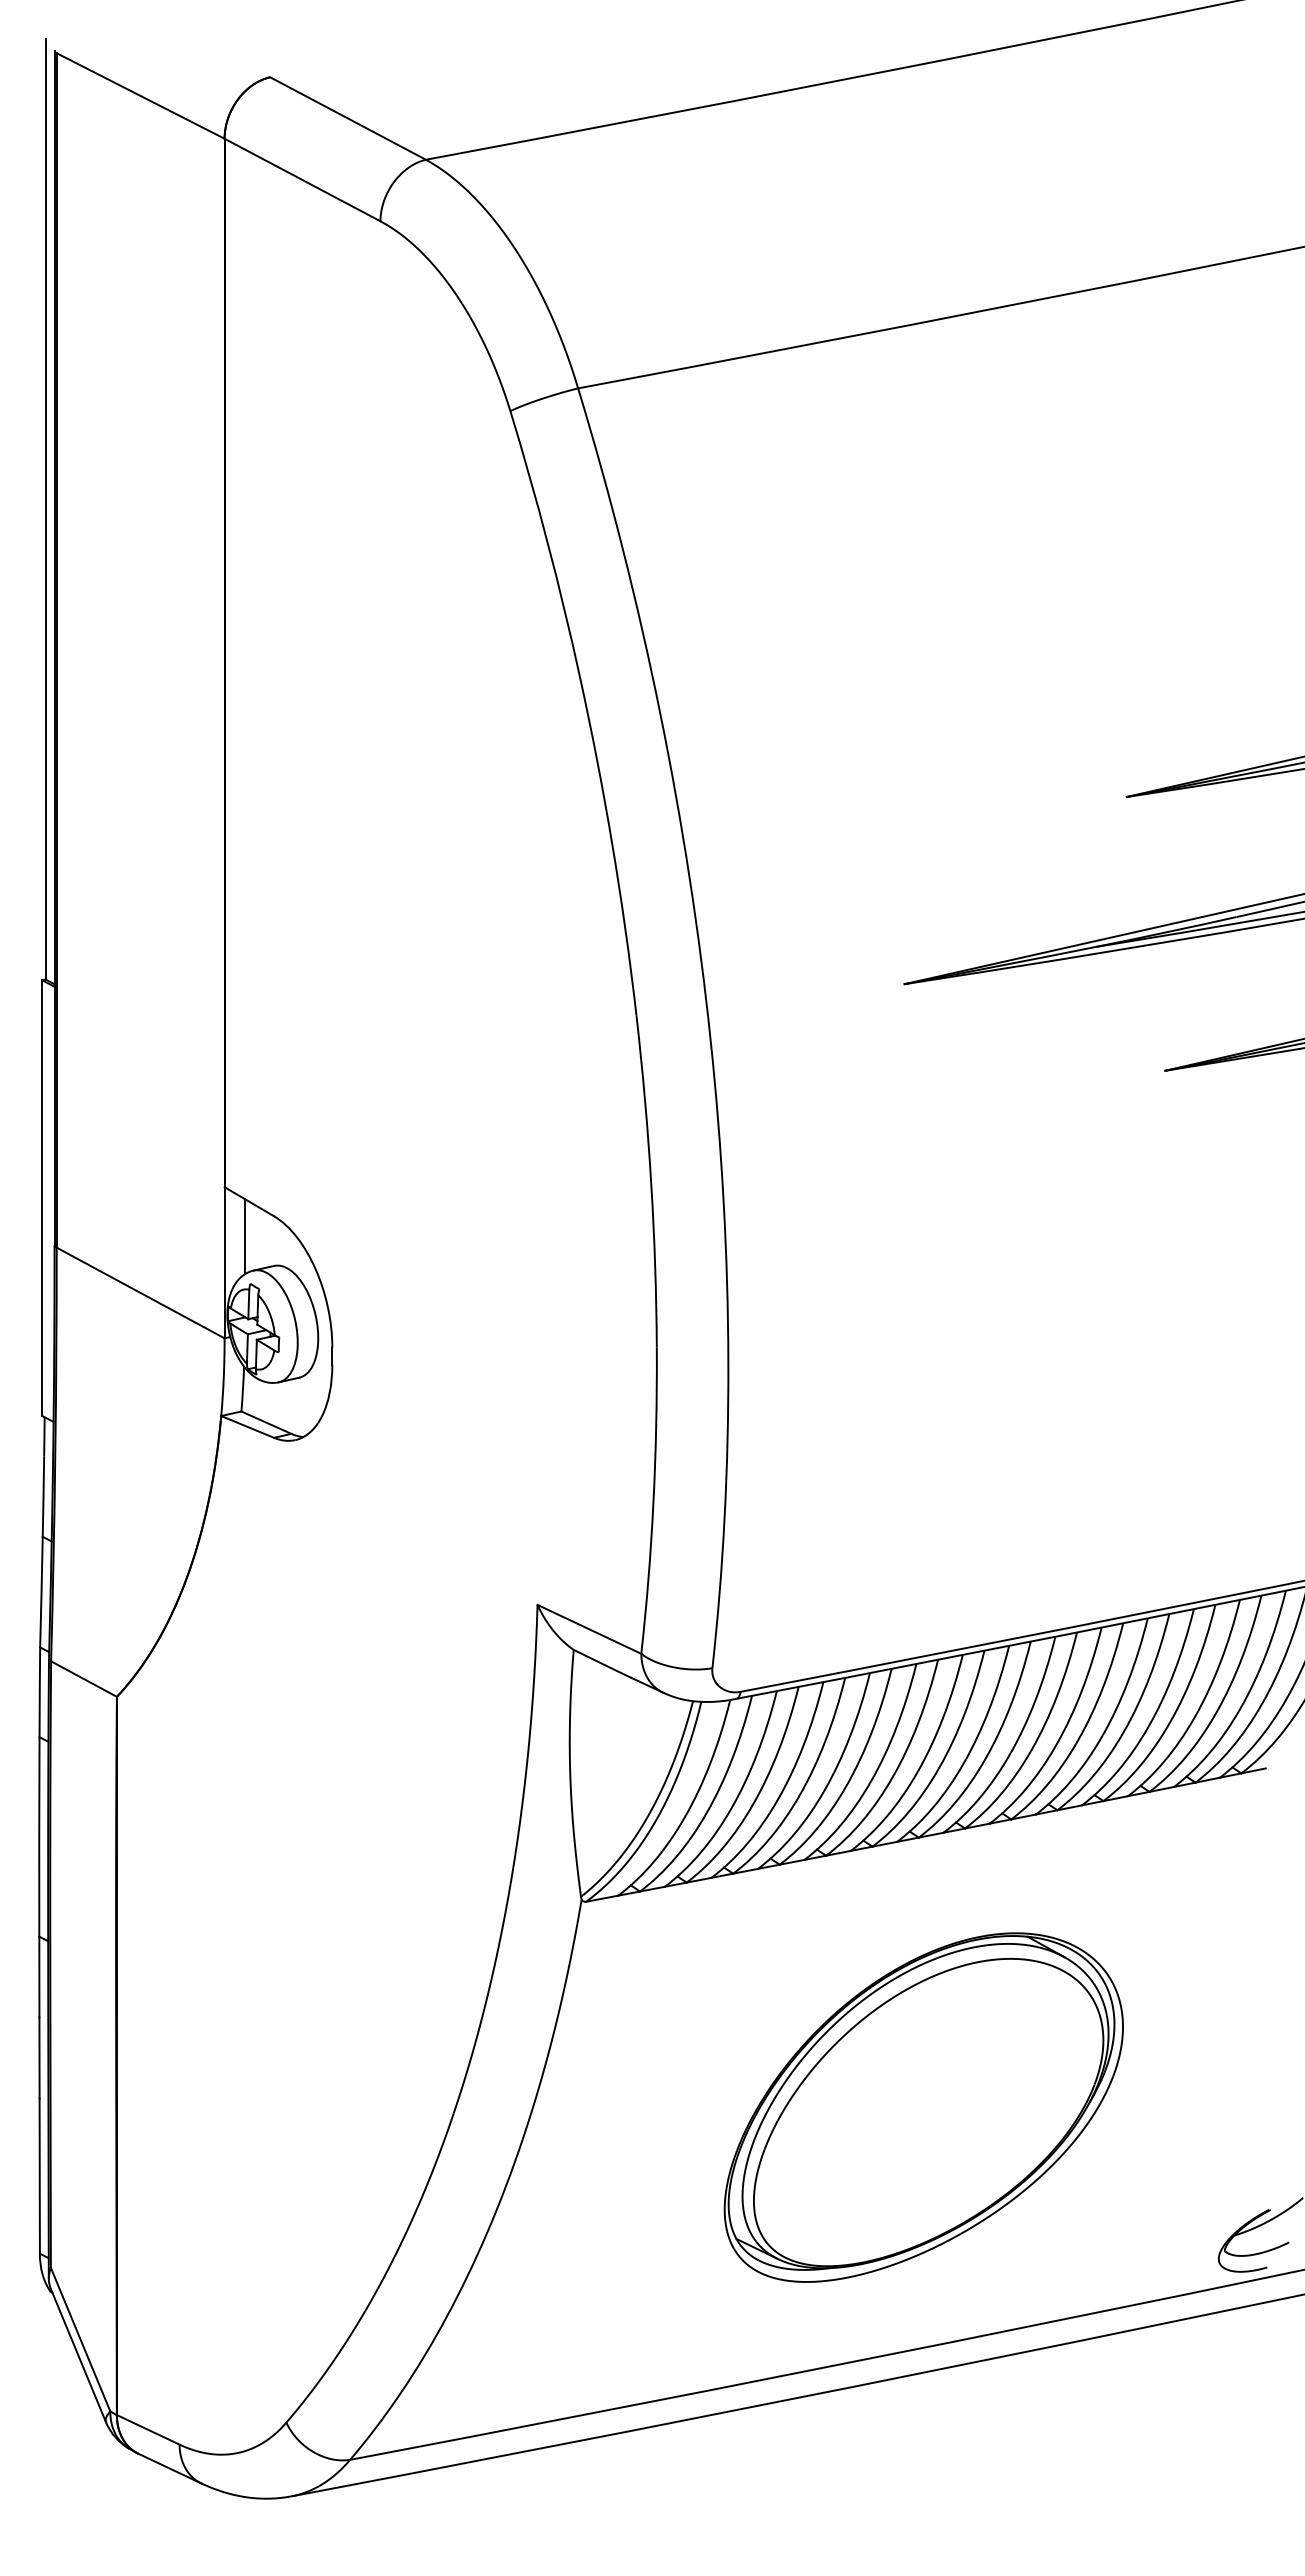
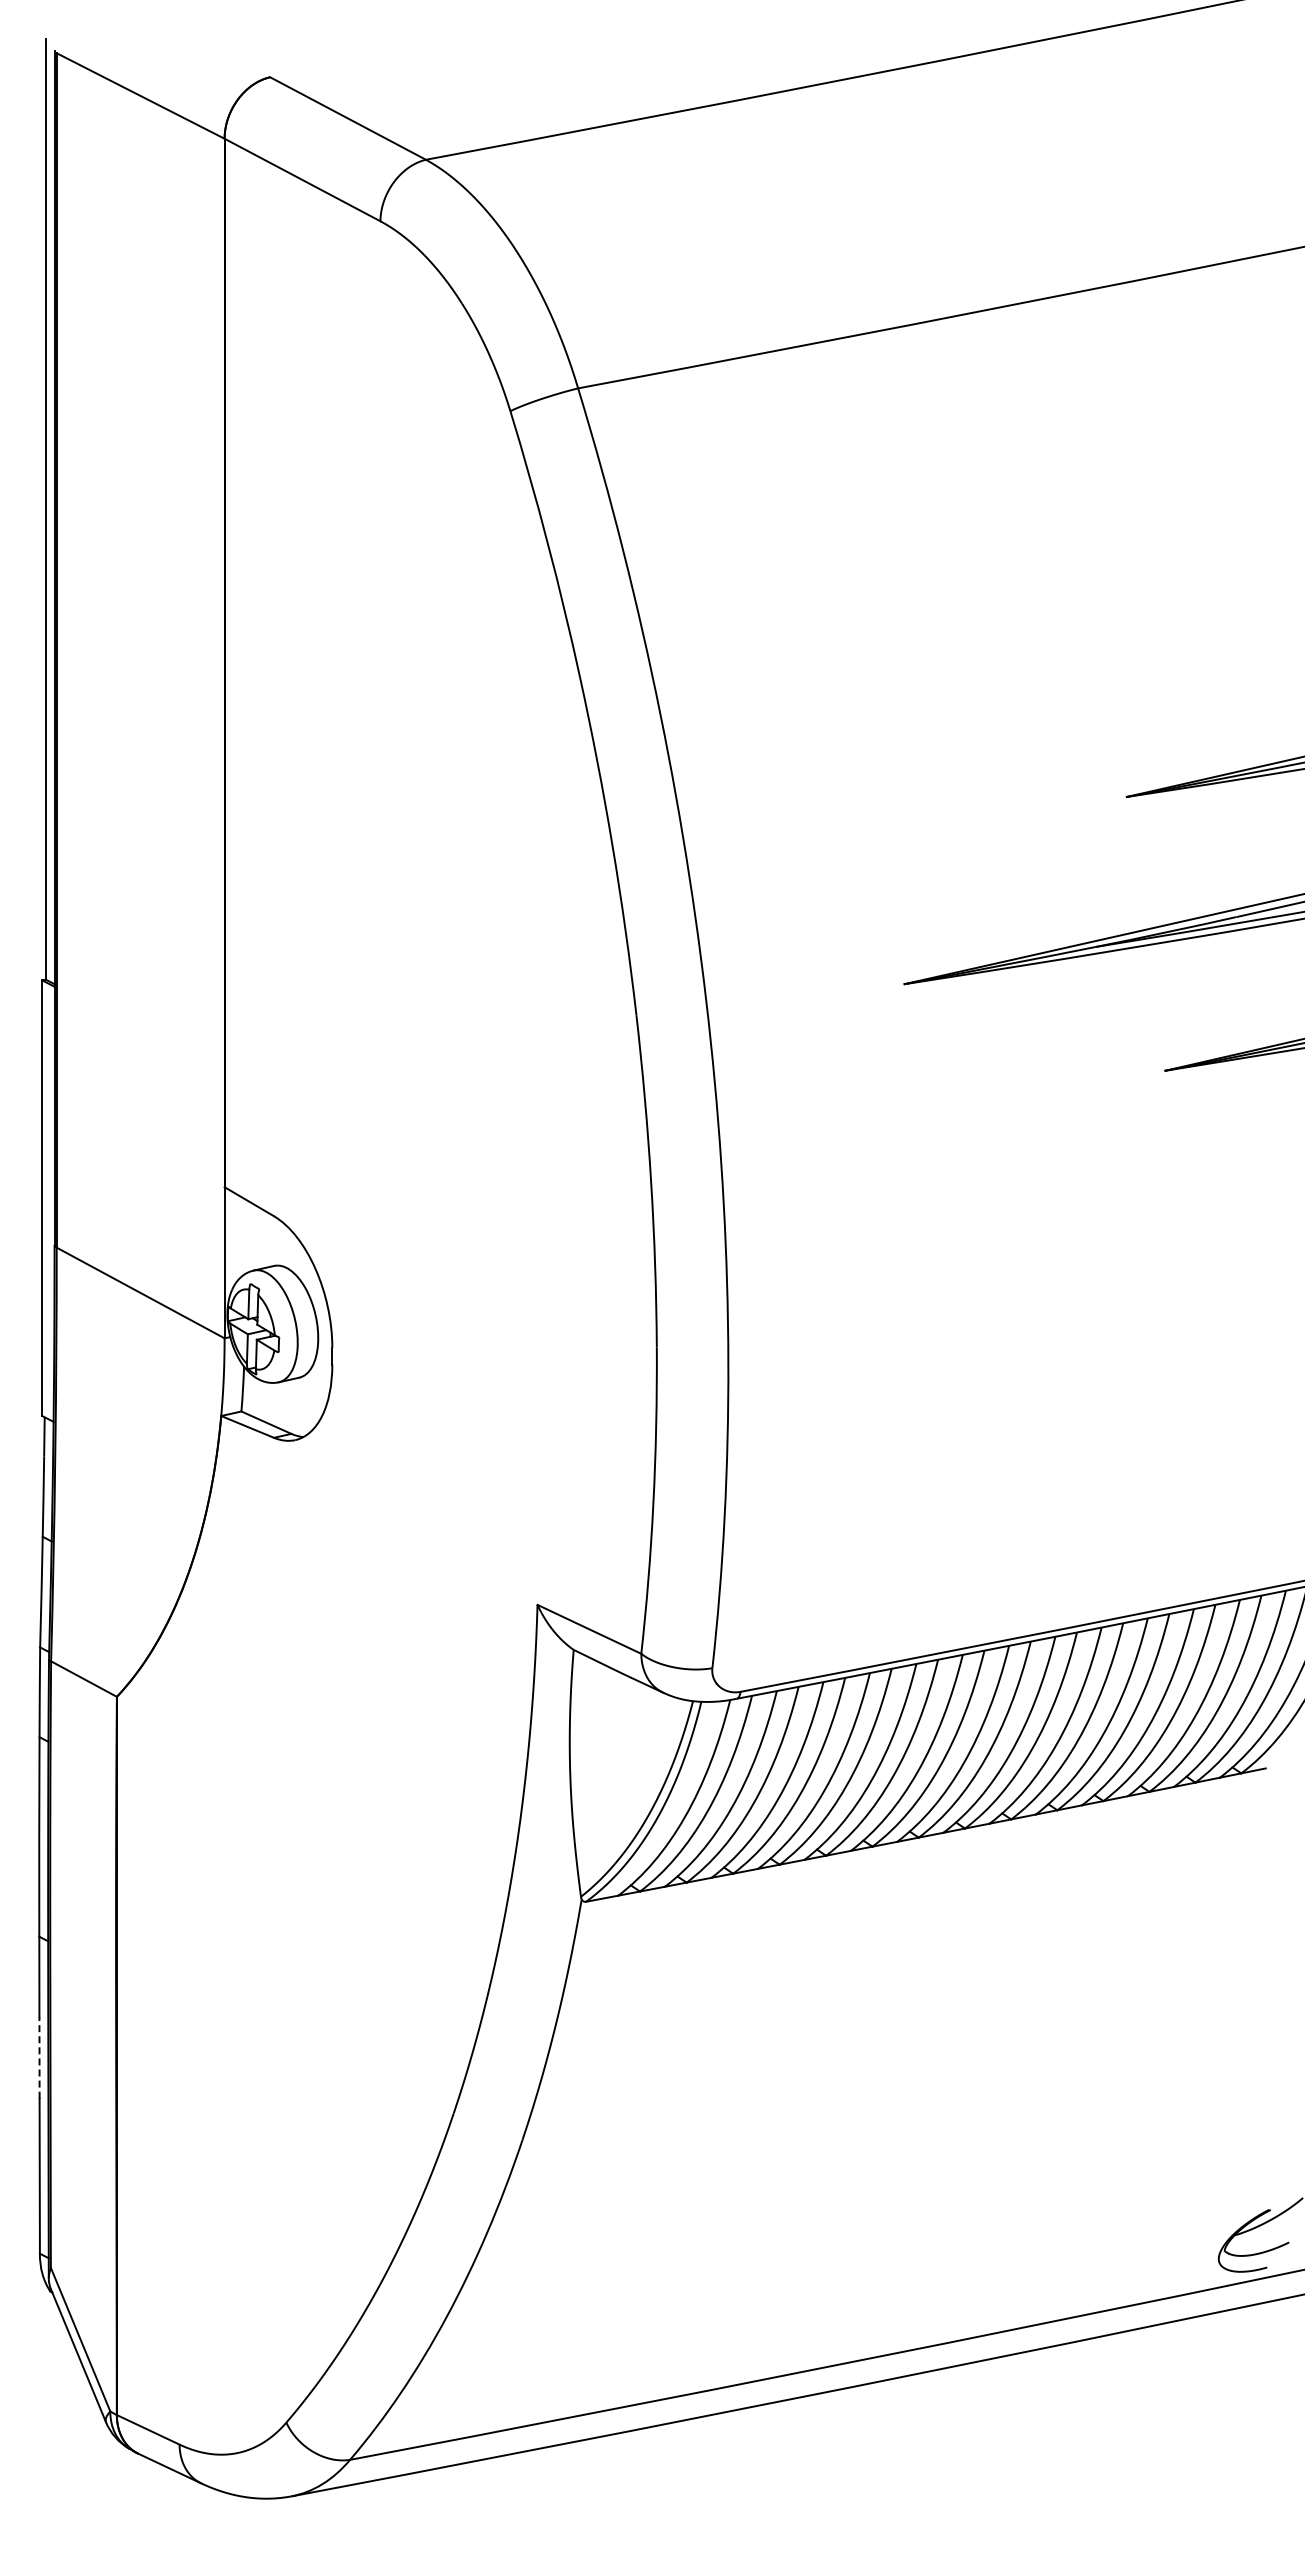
line at (244, 1236): present -> none
line at (39, 2058): solid -> dashed
part at (923, 2107): present -> none
